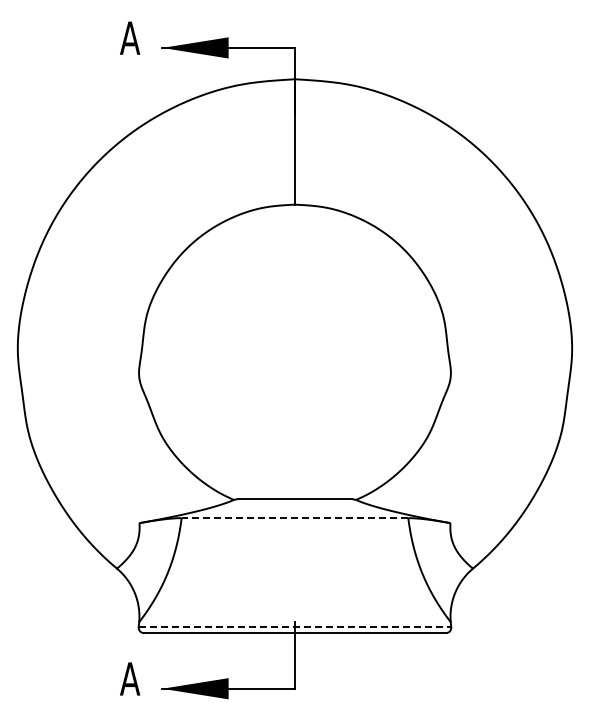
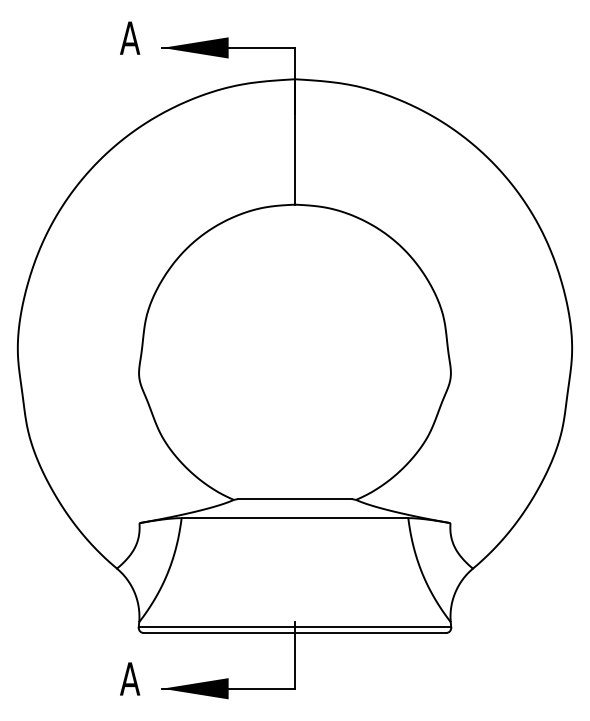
line at (294, 518): dashed -> solid
line at (295, 627): dashed -> solid
